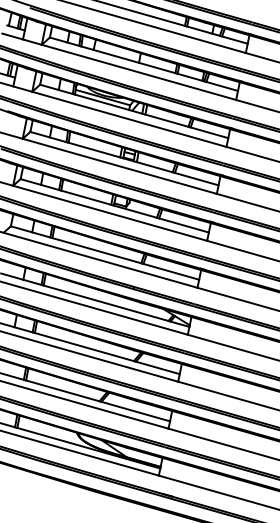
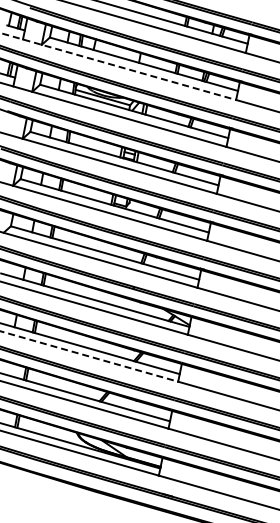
line at (119, 66): solid -> dashed
line at (89, 356): solid -> dashed
